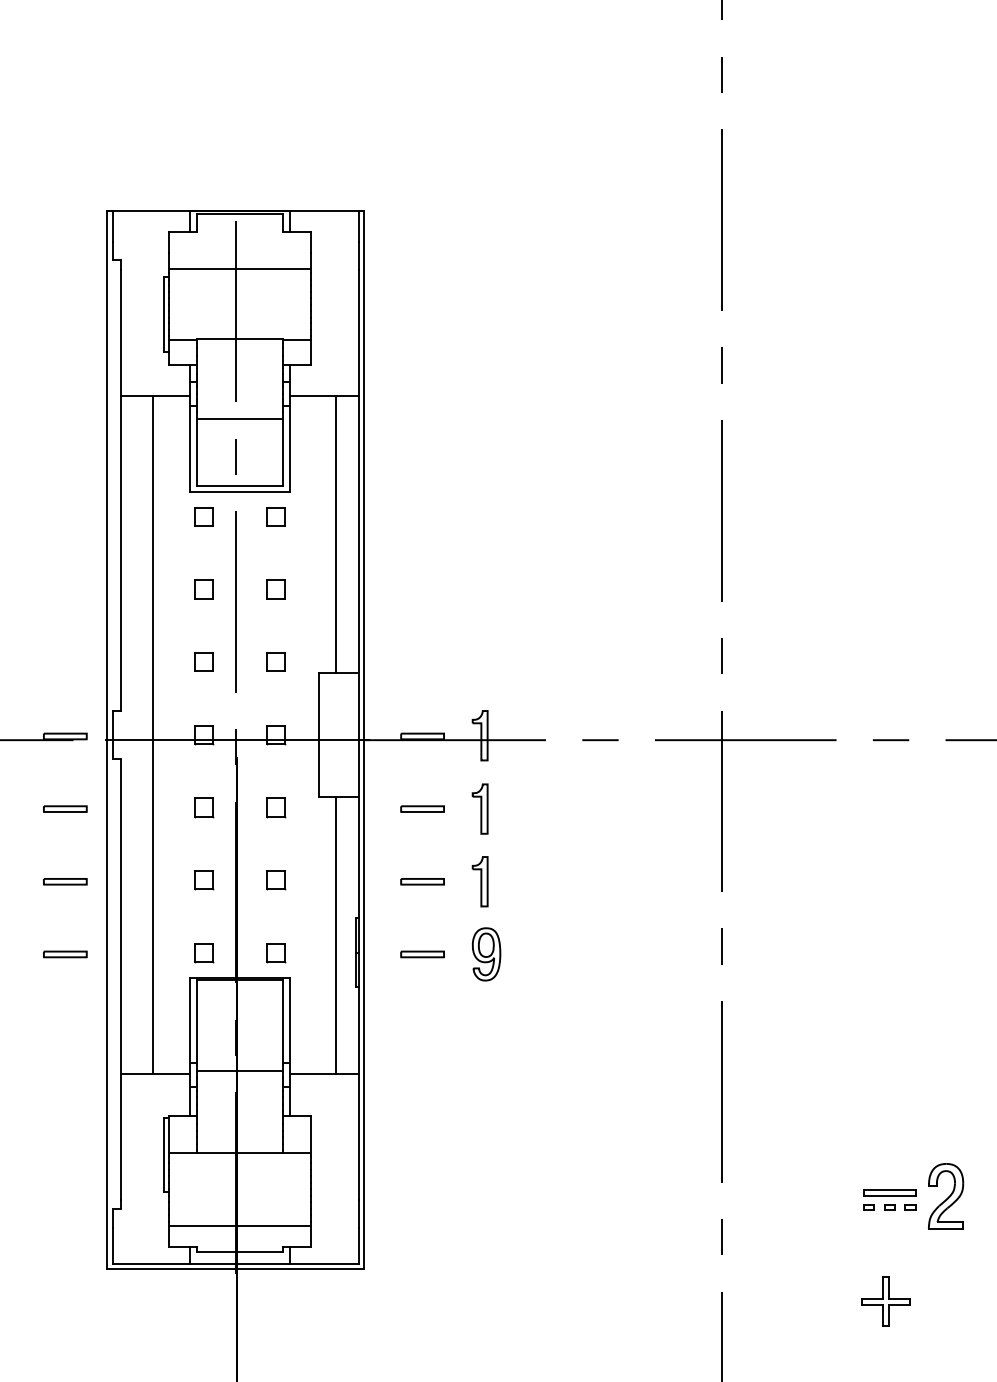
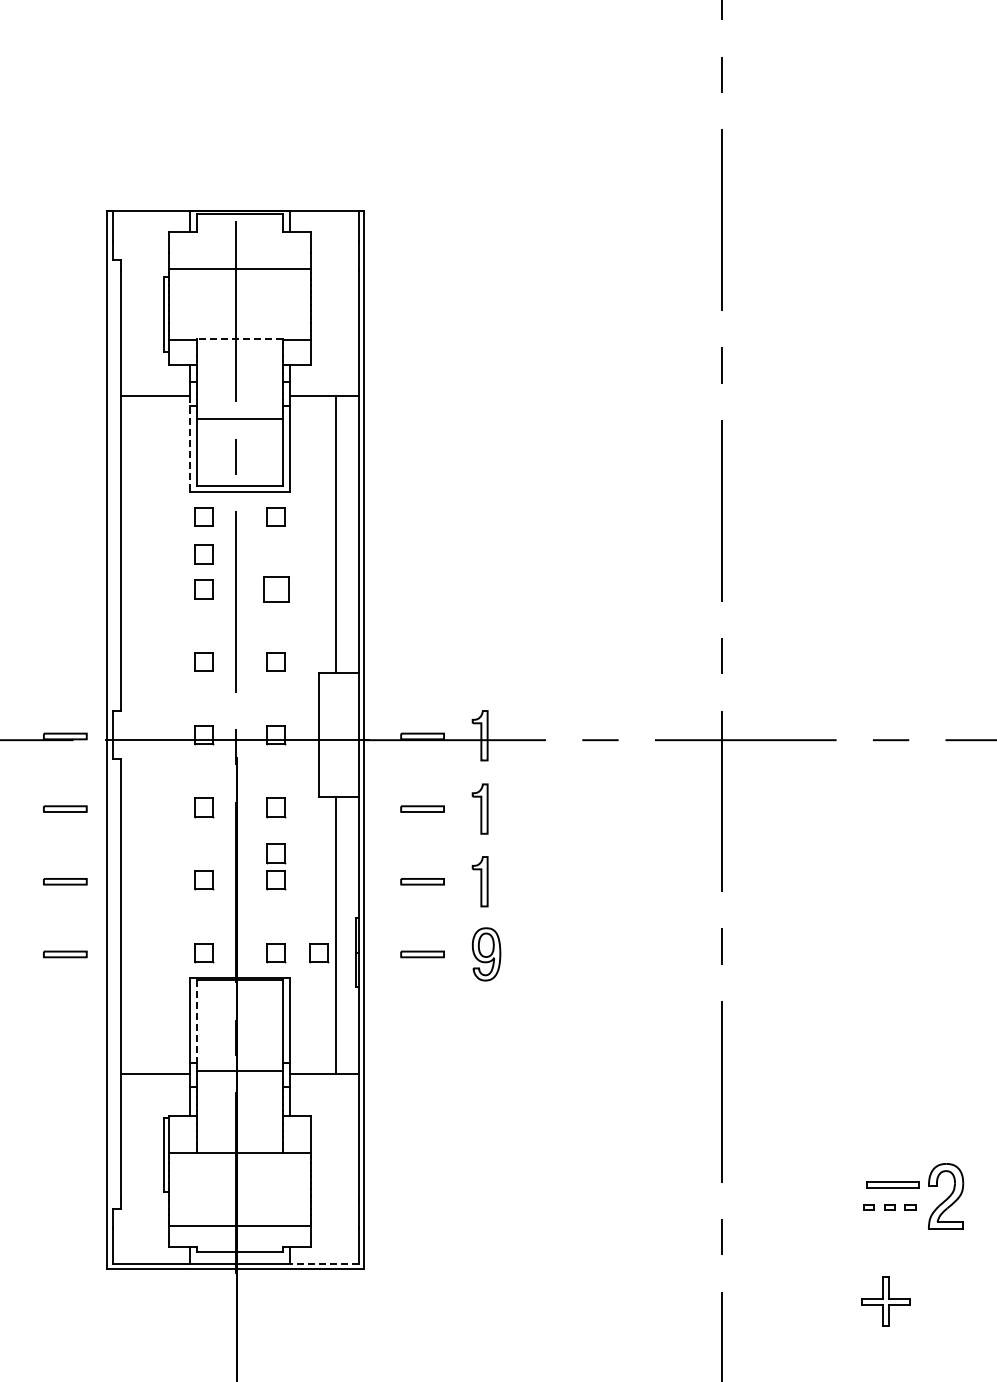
line at (239, 339): solid -> dashed
line at (189, 444): solid -> dashed
part at (203, 554): none -> present
part at (275, 589) size: 20x21 px -> 27x27 px
line at (152, 734): present -> none
part at (276, 853): none -> present
part at (319, 953): none -> present
line at (197, 1022): solid -> dashed
part at (889, 1192) position: (889, 1192) -> (892, 1184)
line at (323, 1263): solid -> dashed
